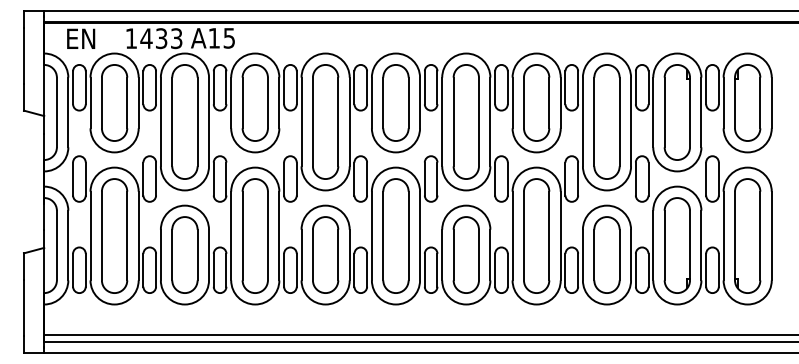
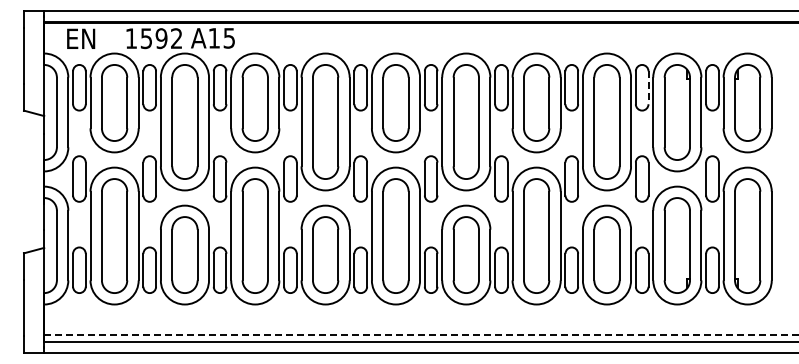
text at (161, 38): 1433 -> 1592
line at (648, 88): solid -> dashed
line at (422, 334): solid -> dashed
